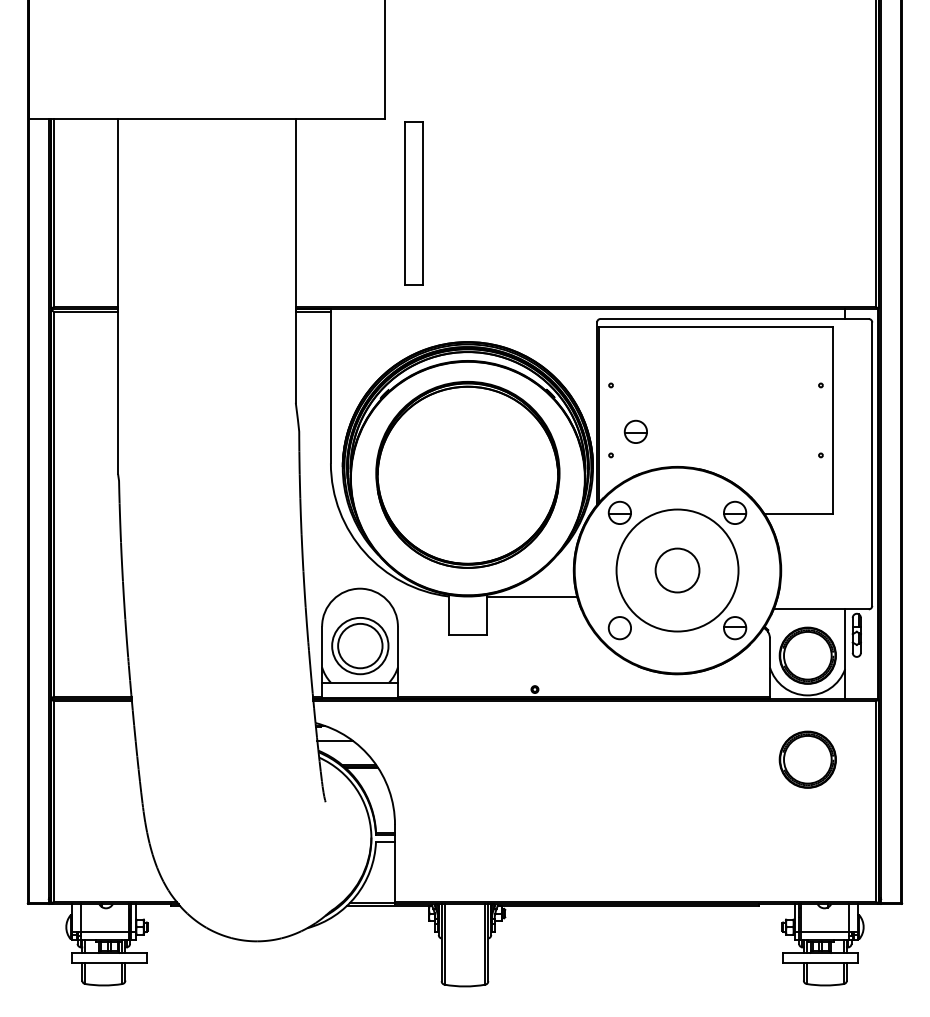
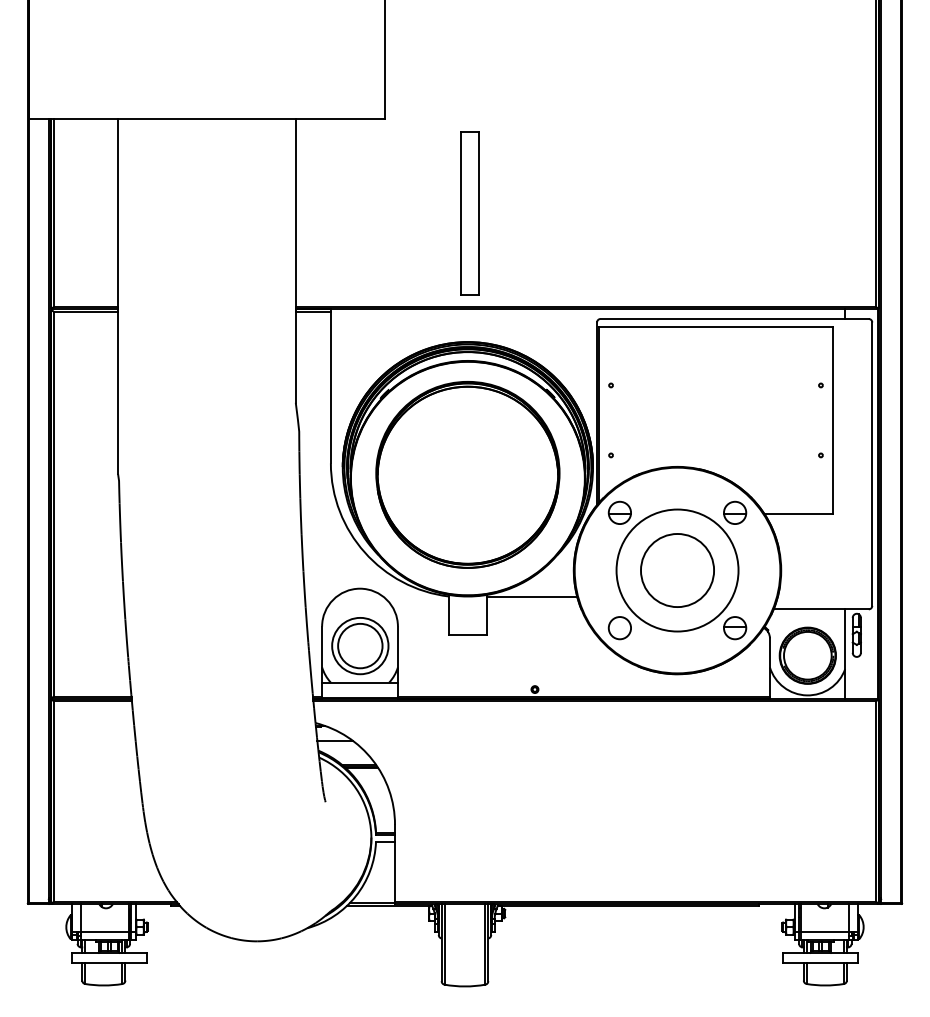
part at (413, 203) position: (413, 203) -> (469, 213)
part at (635, 431): present -> none
circle at (677, 570) diameter: 44 px -> 73 px
part at (807, 759): present -> none
